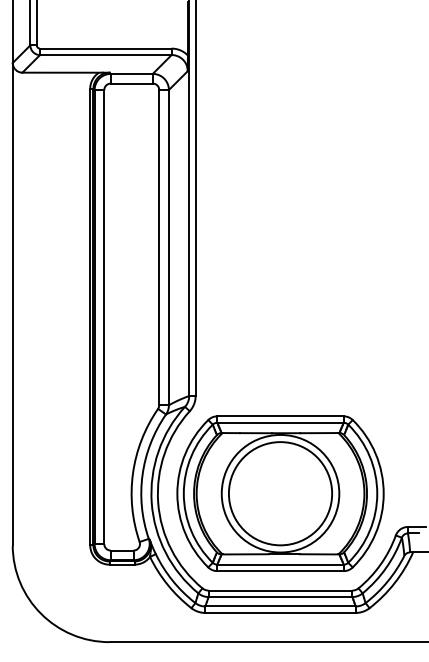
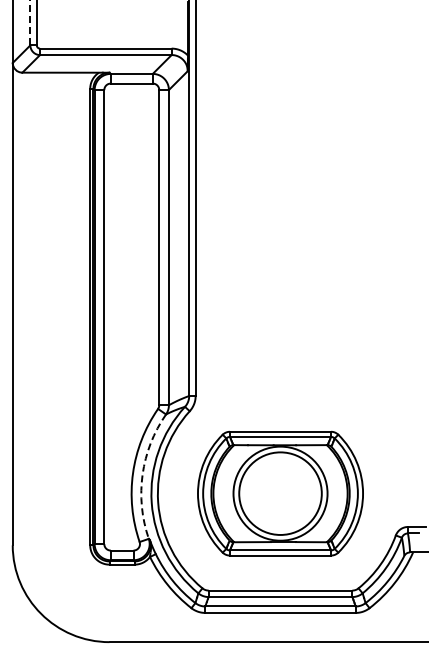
line at (30, 22): solid -> dashed
arc at (142, 474): solid -> dashed
part at (280, 493) size: 209x157 px -> 167x127 px
